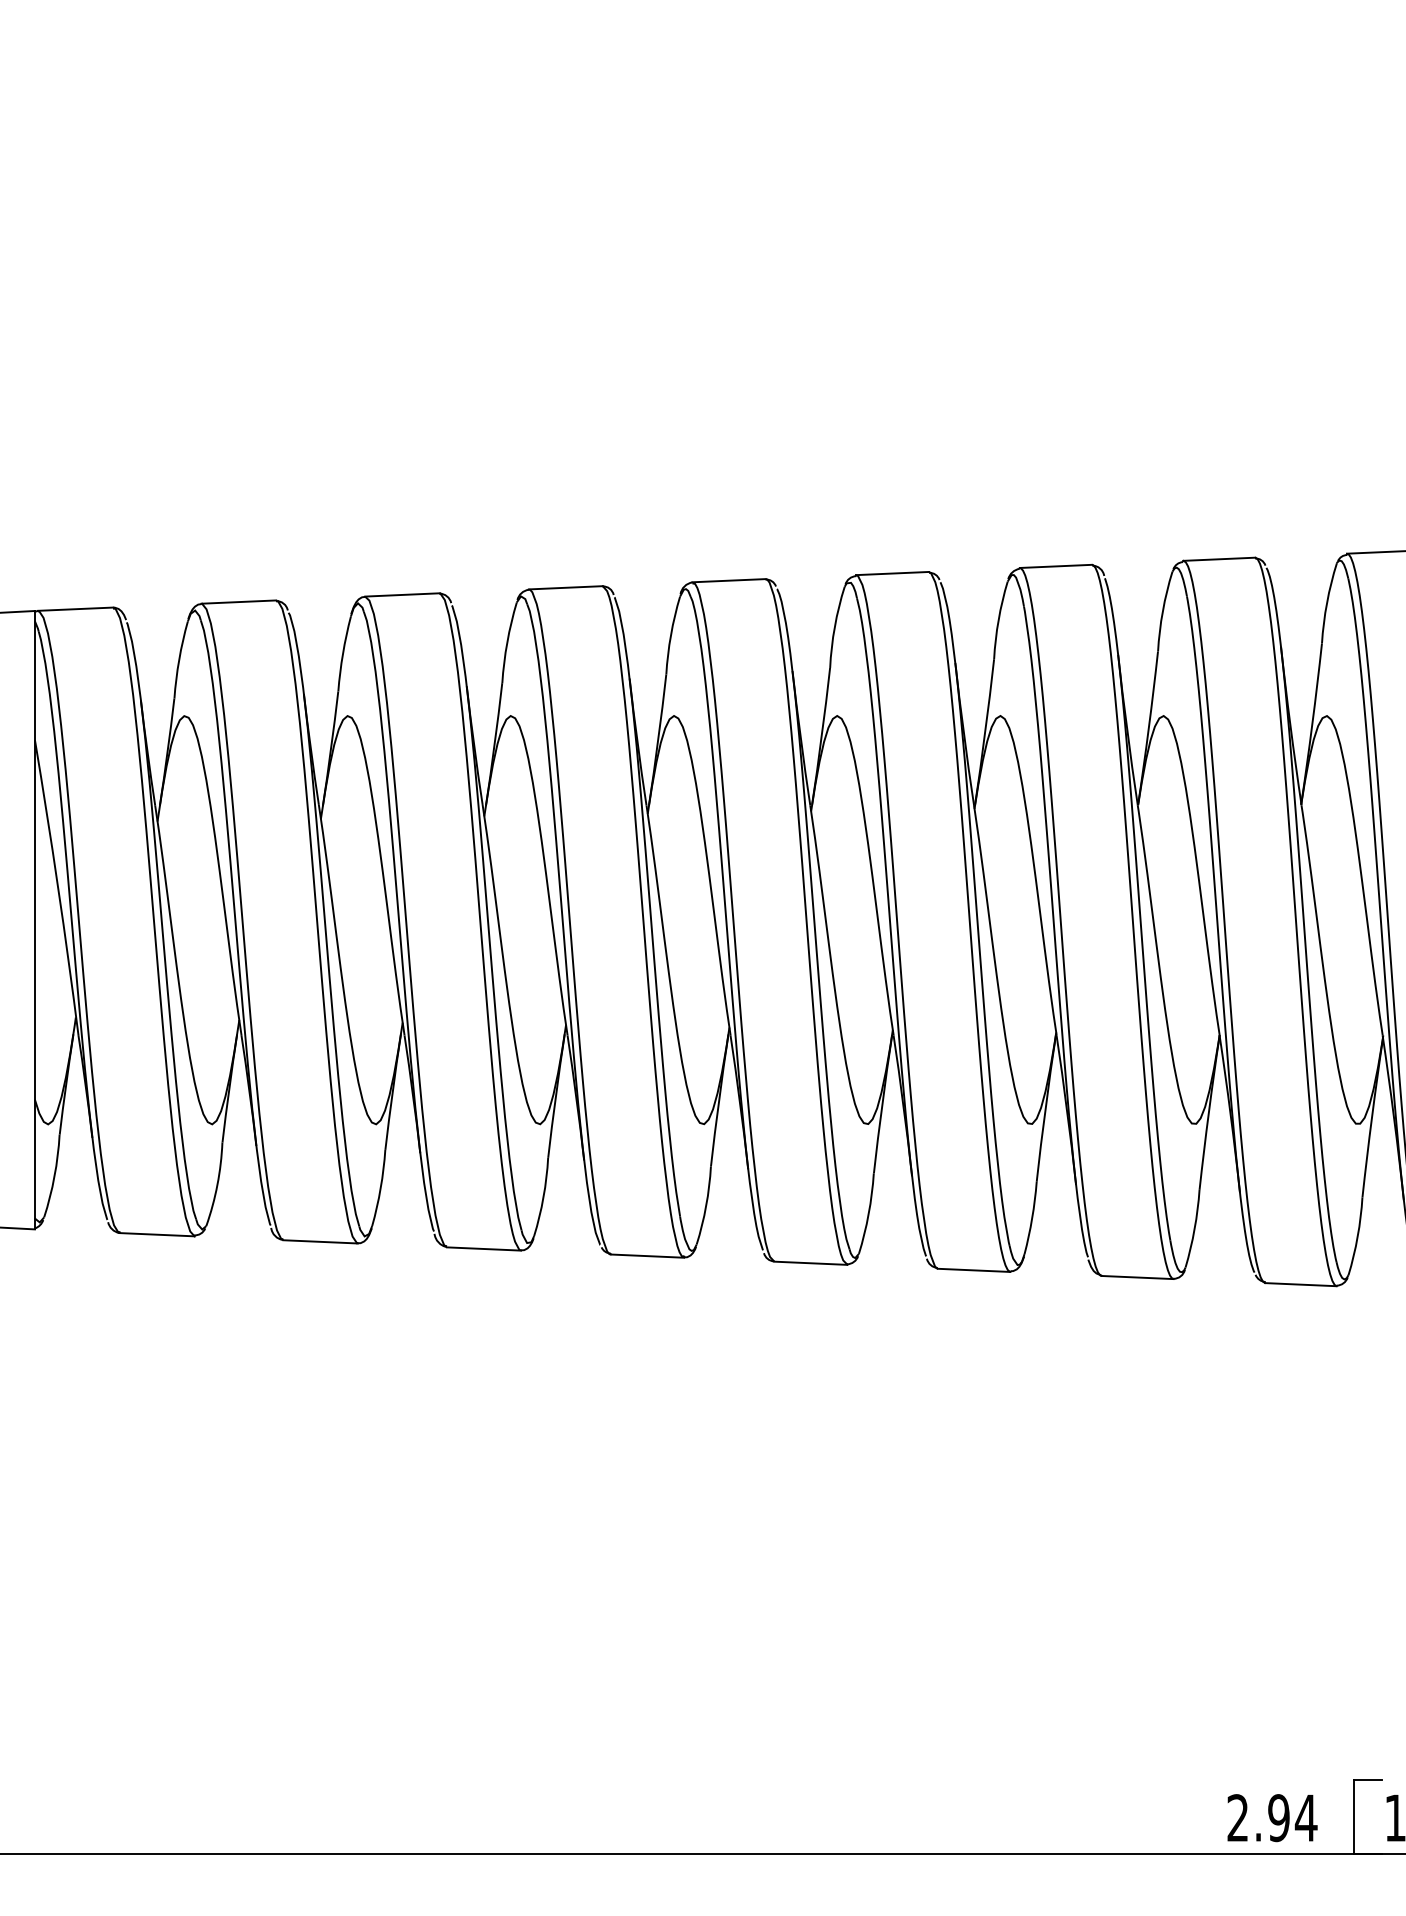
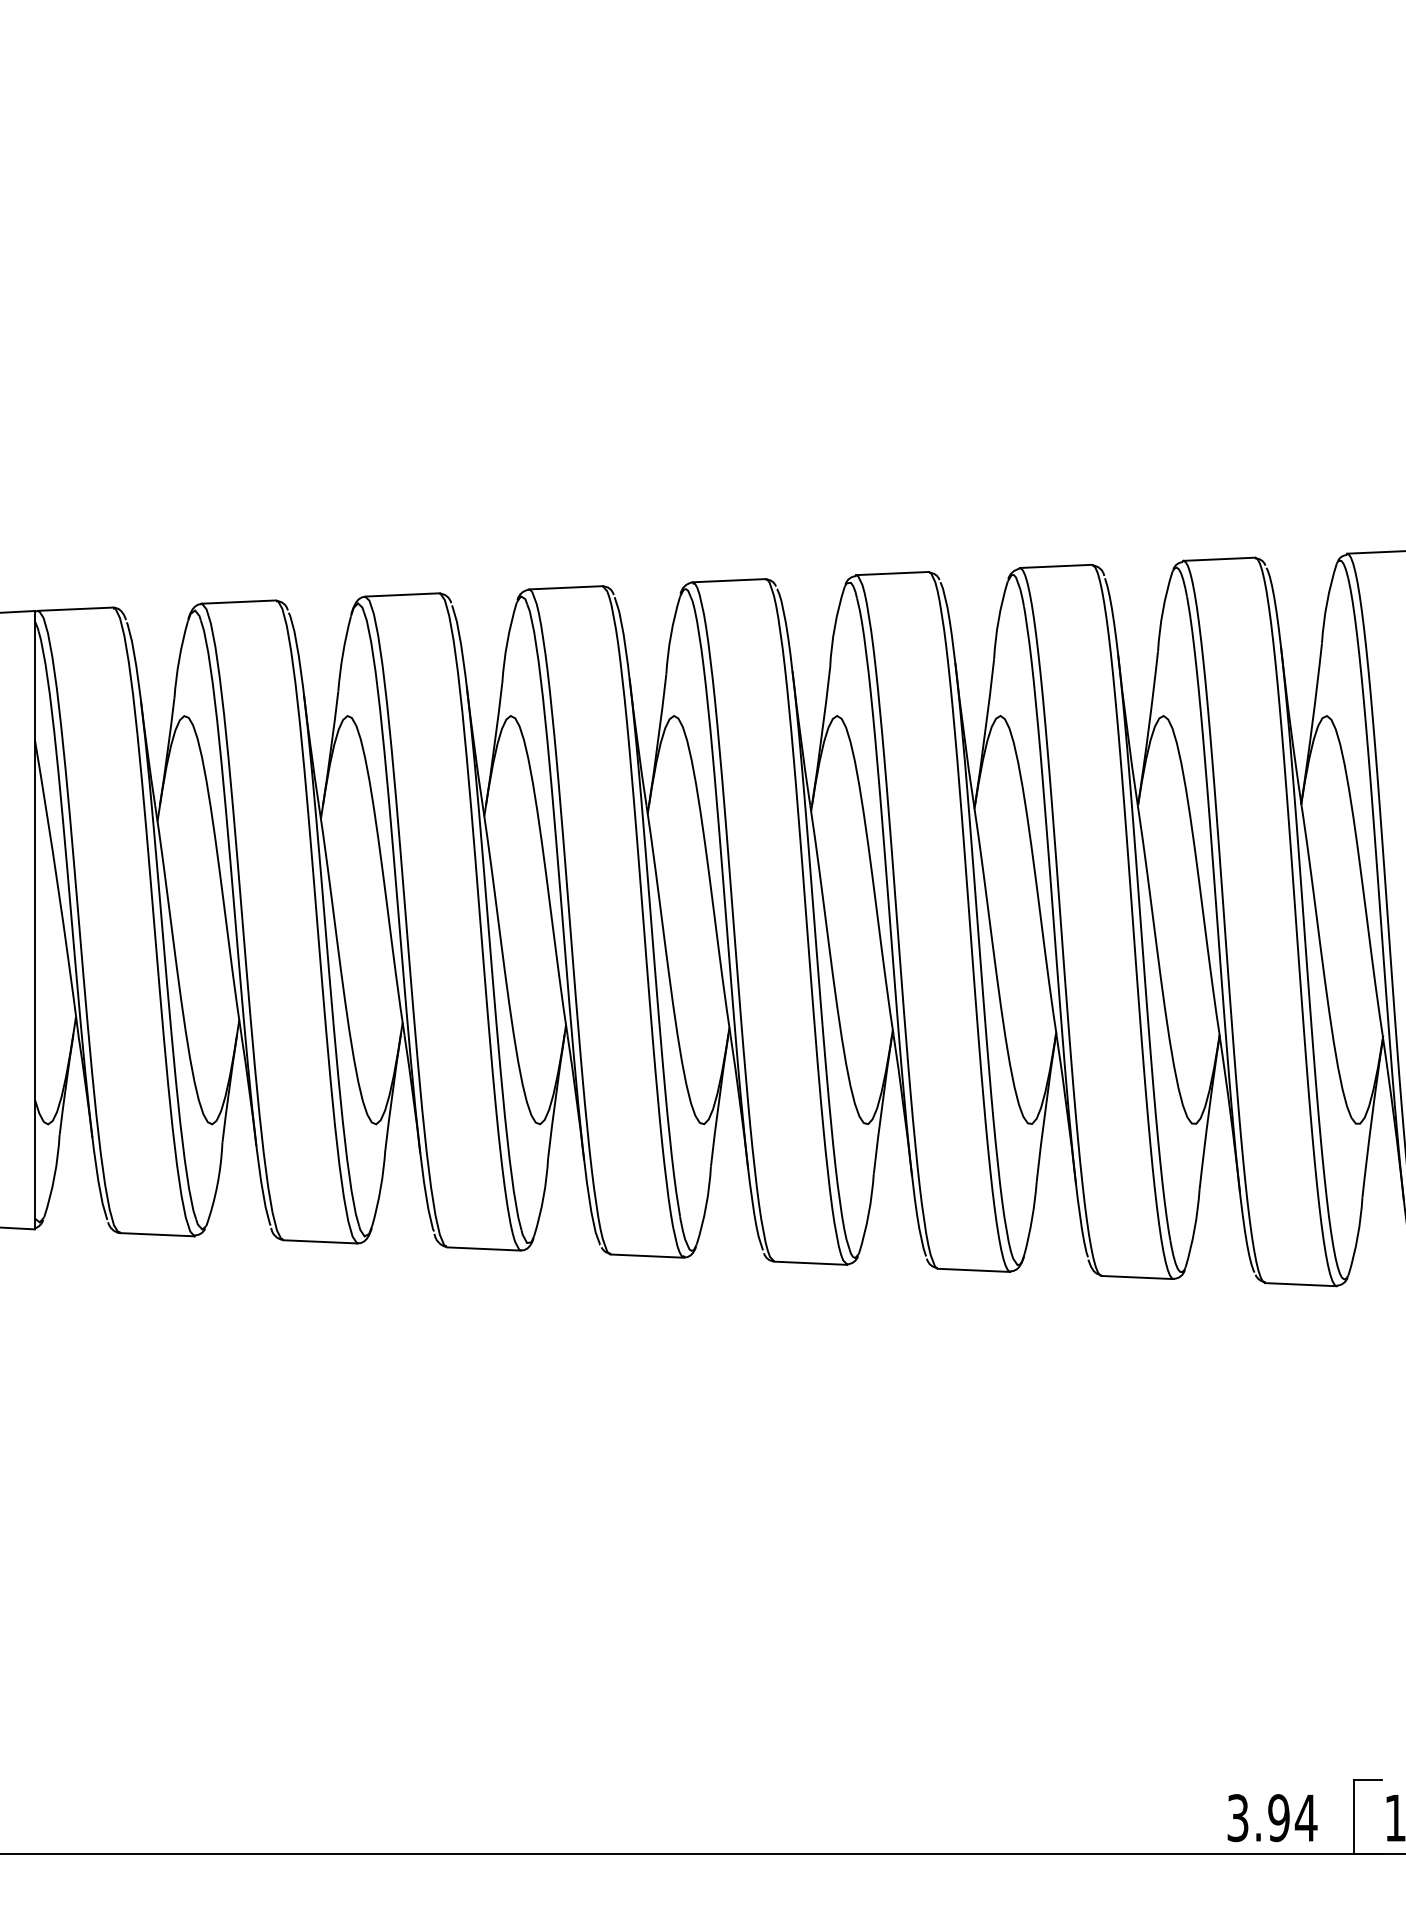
text at (1237, 1818): 2.94 -> 3.94
